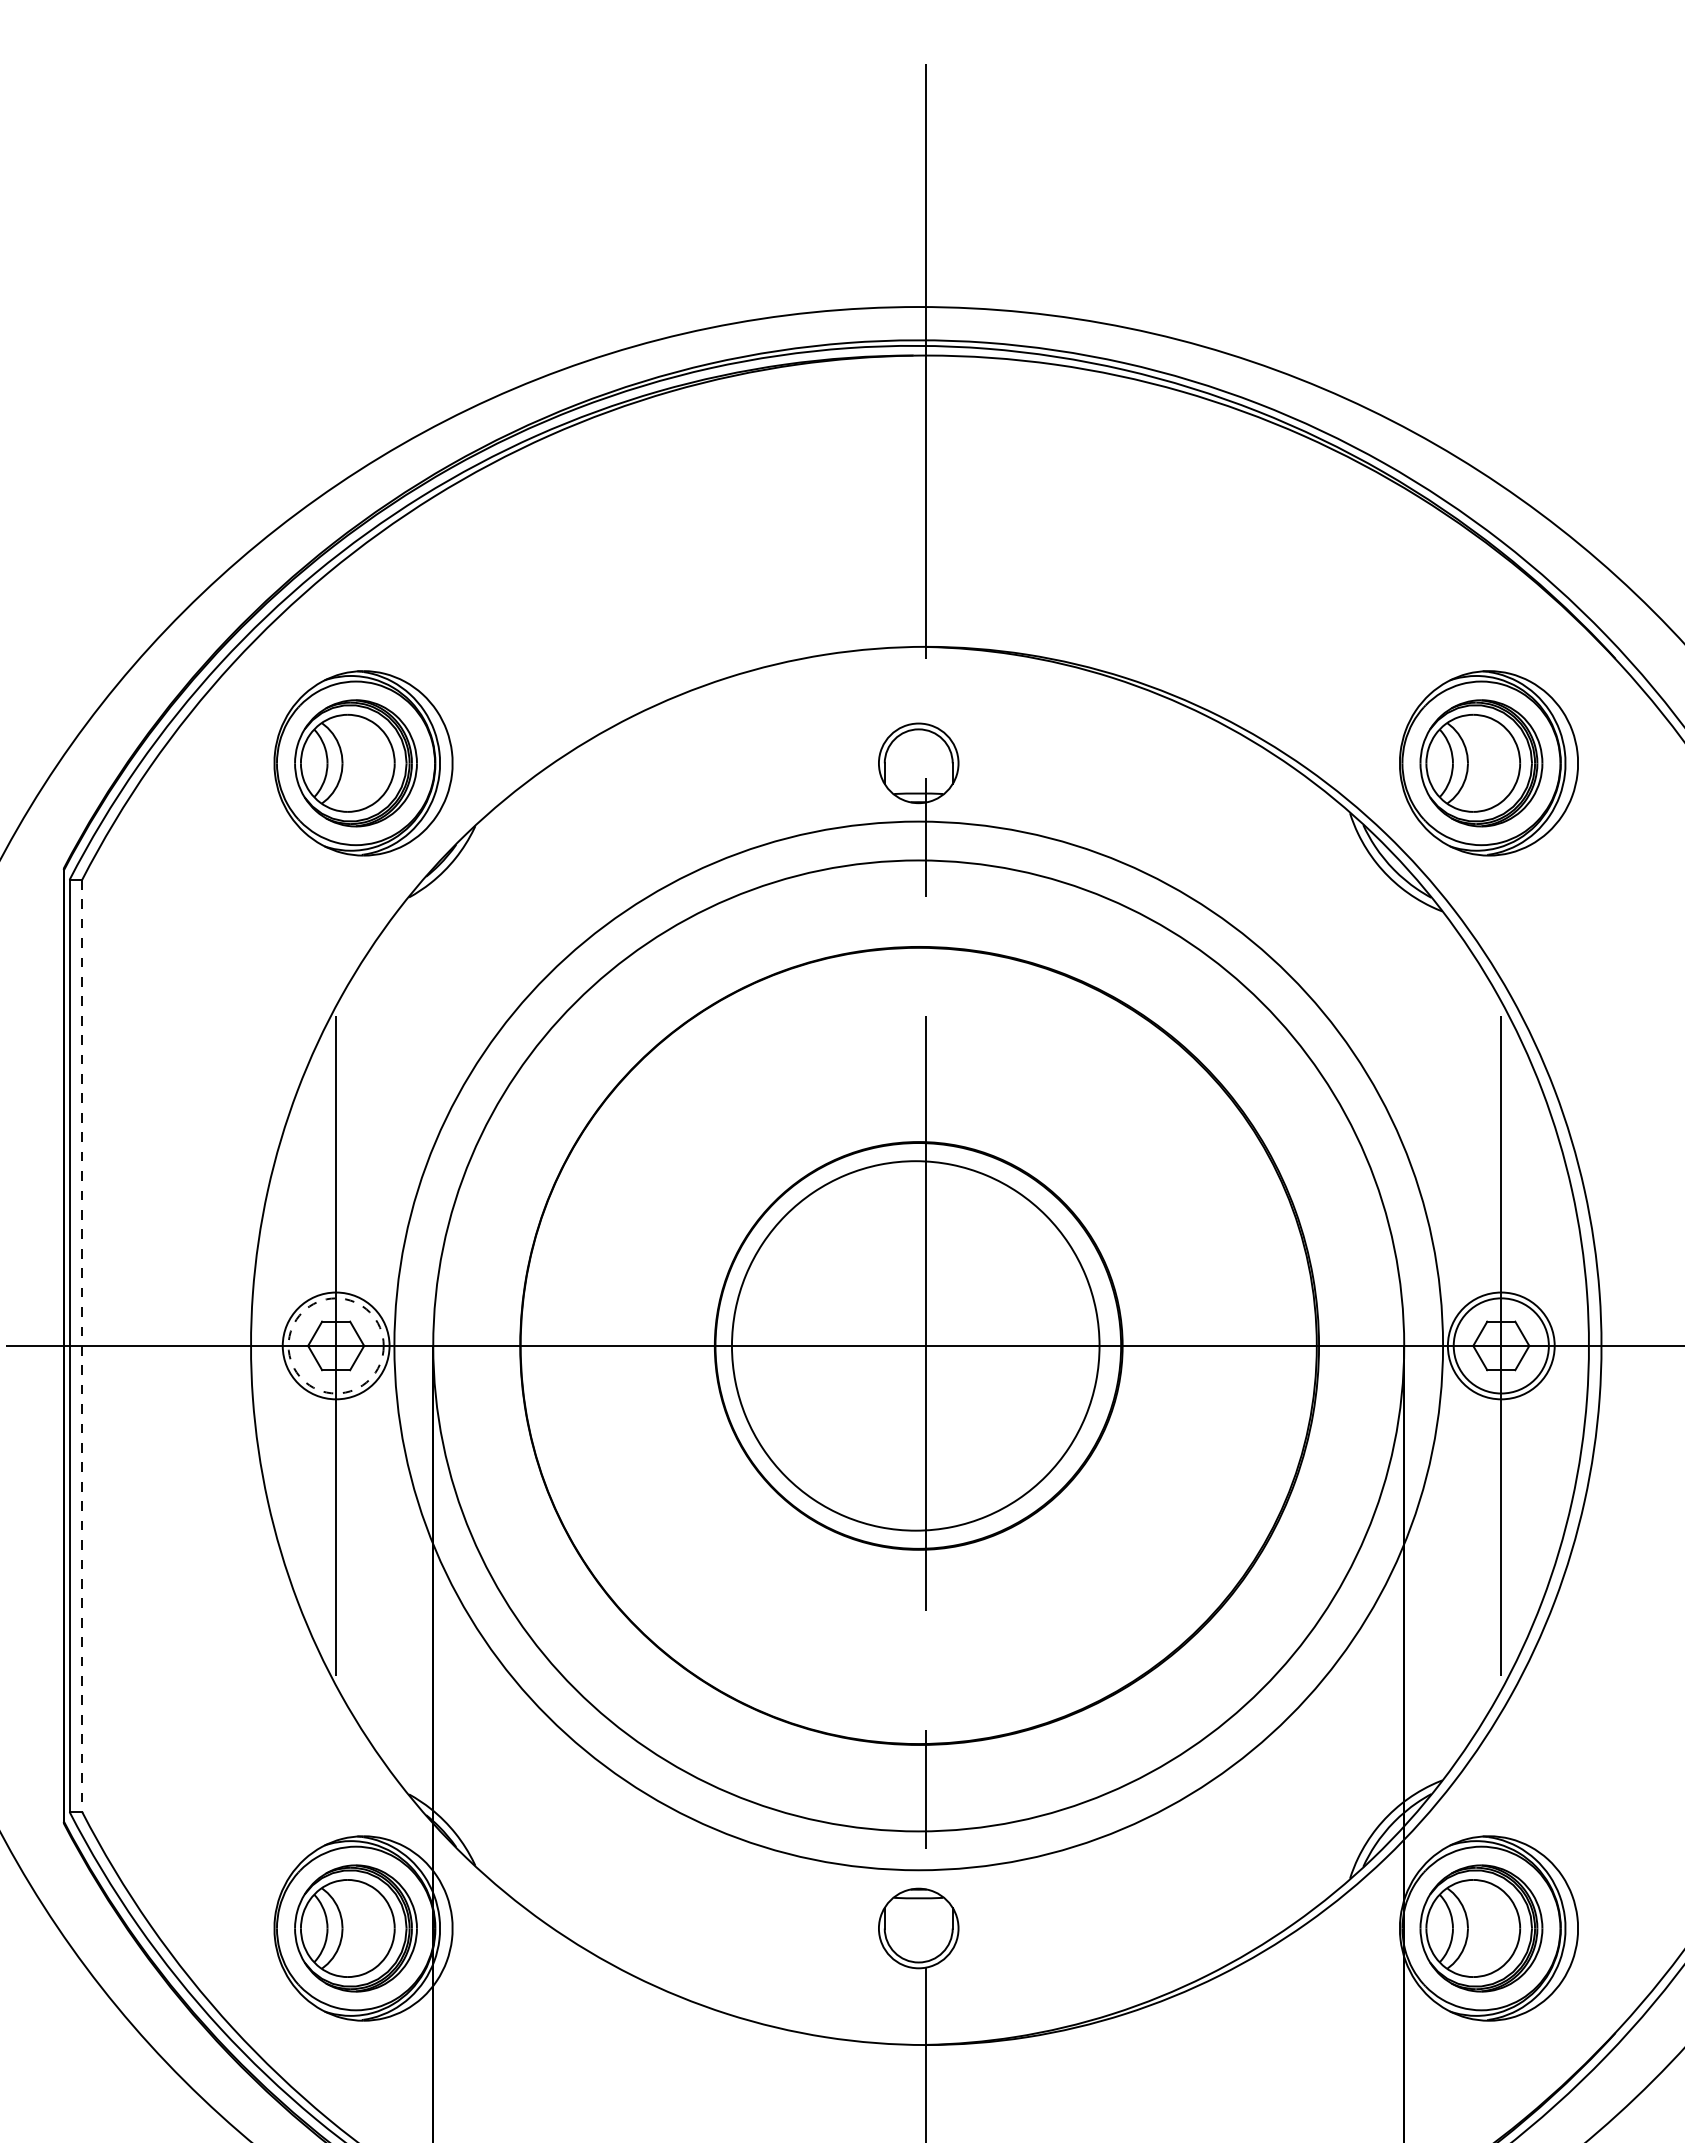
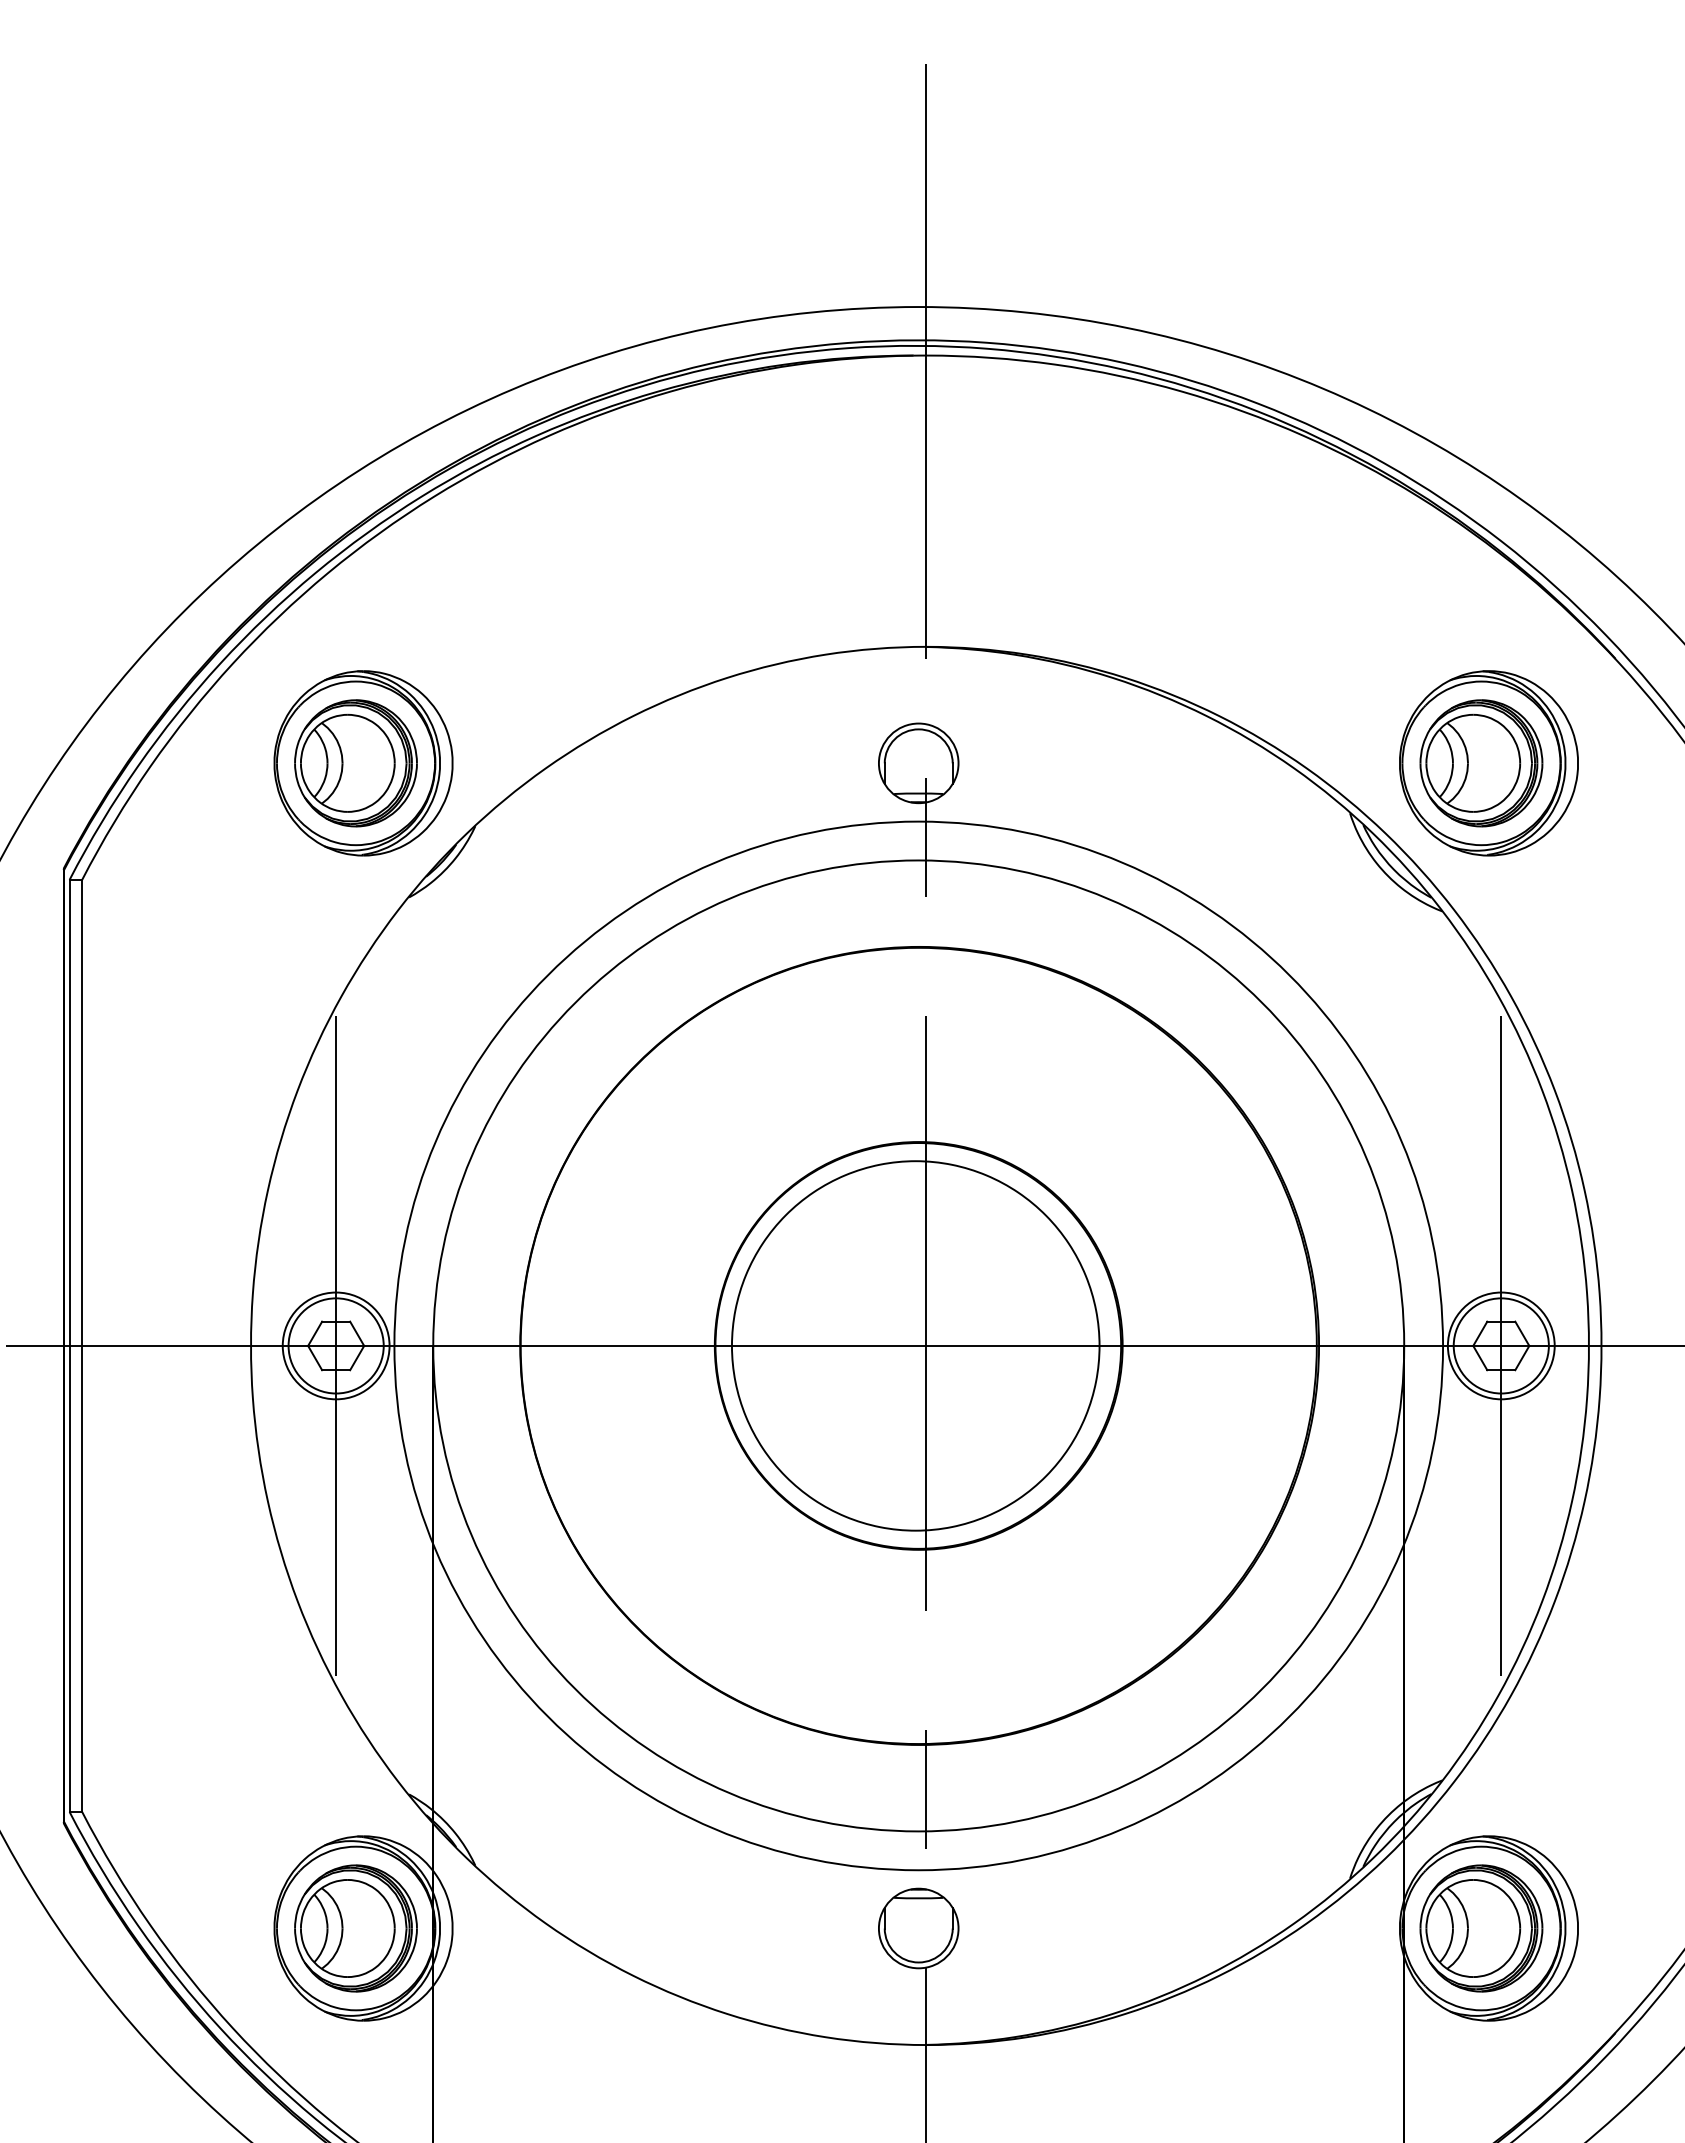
circle at (335, 1345): dashed -> solid
line at (82, 1346): dashed -> solid
